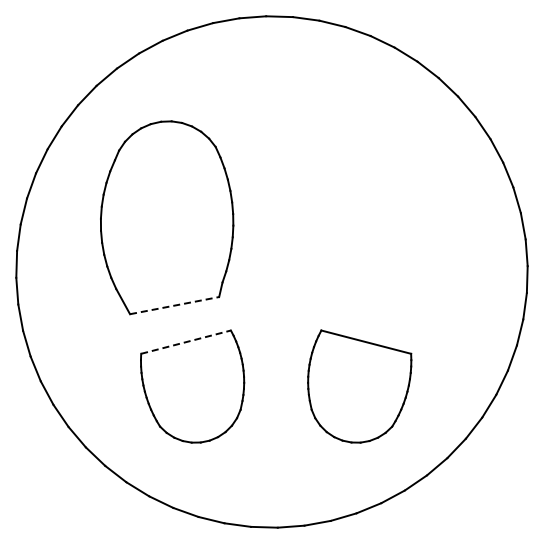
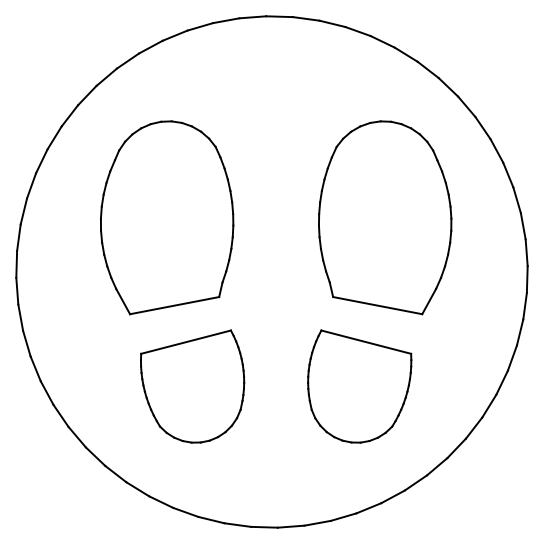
part at (385, 217): none -> present
line at (175, 305): dashed -> solid
line at (186, 342): dashed -> solid
